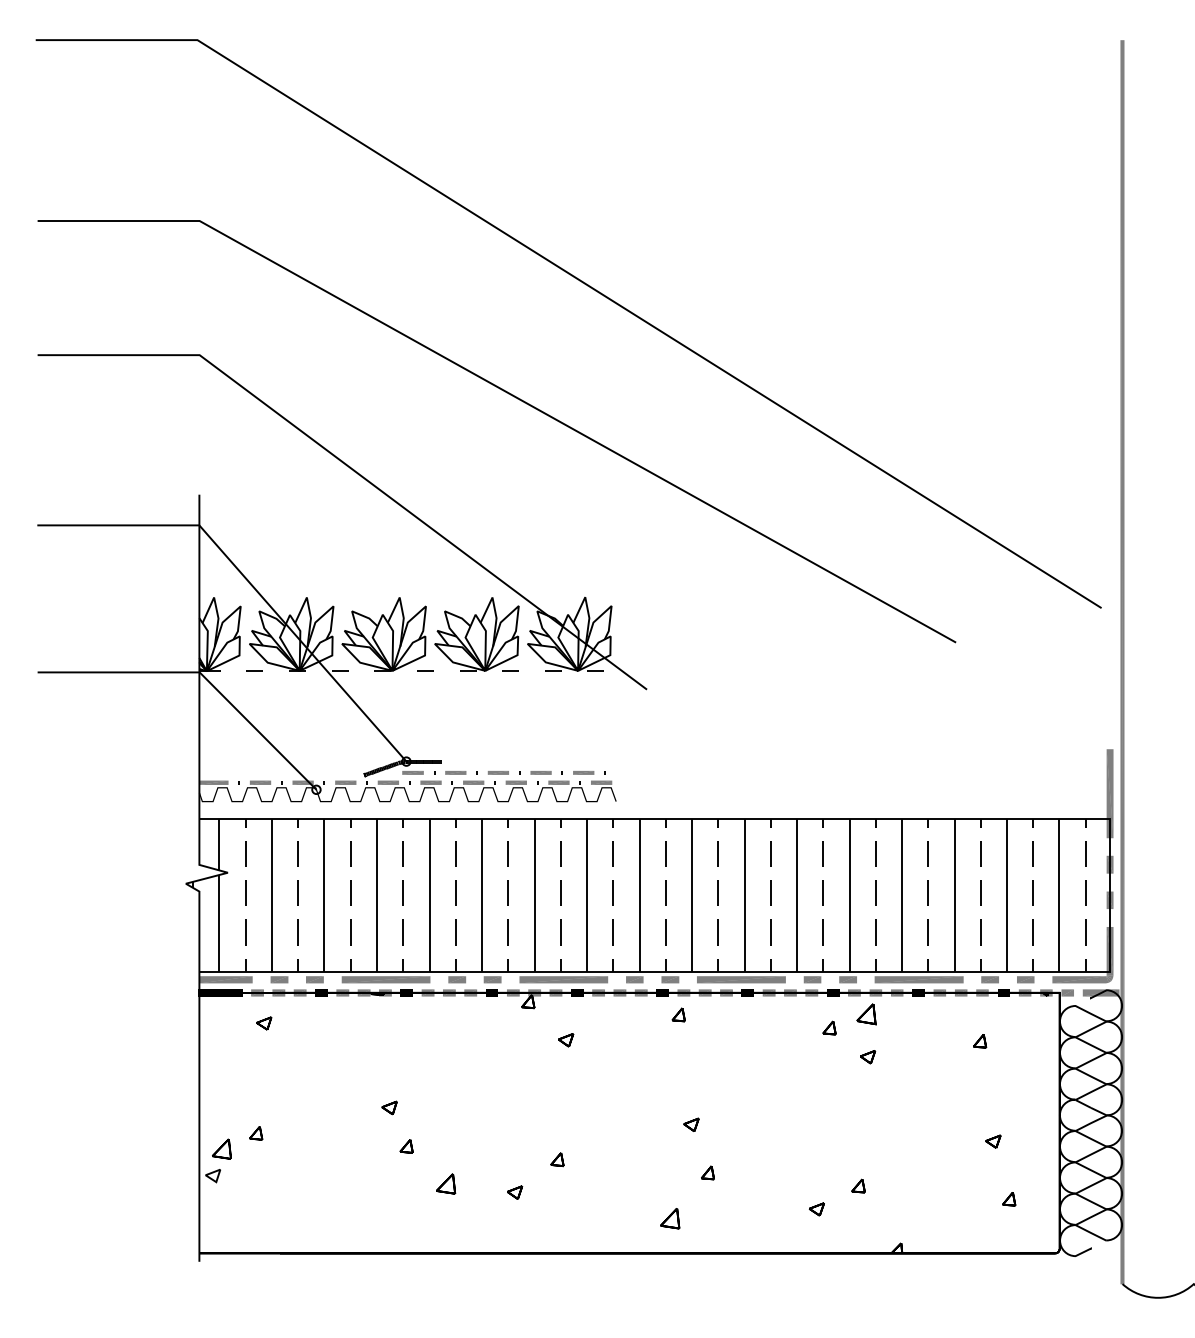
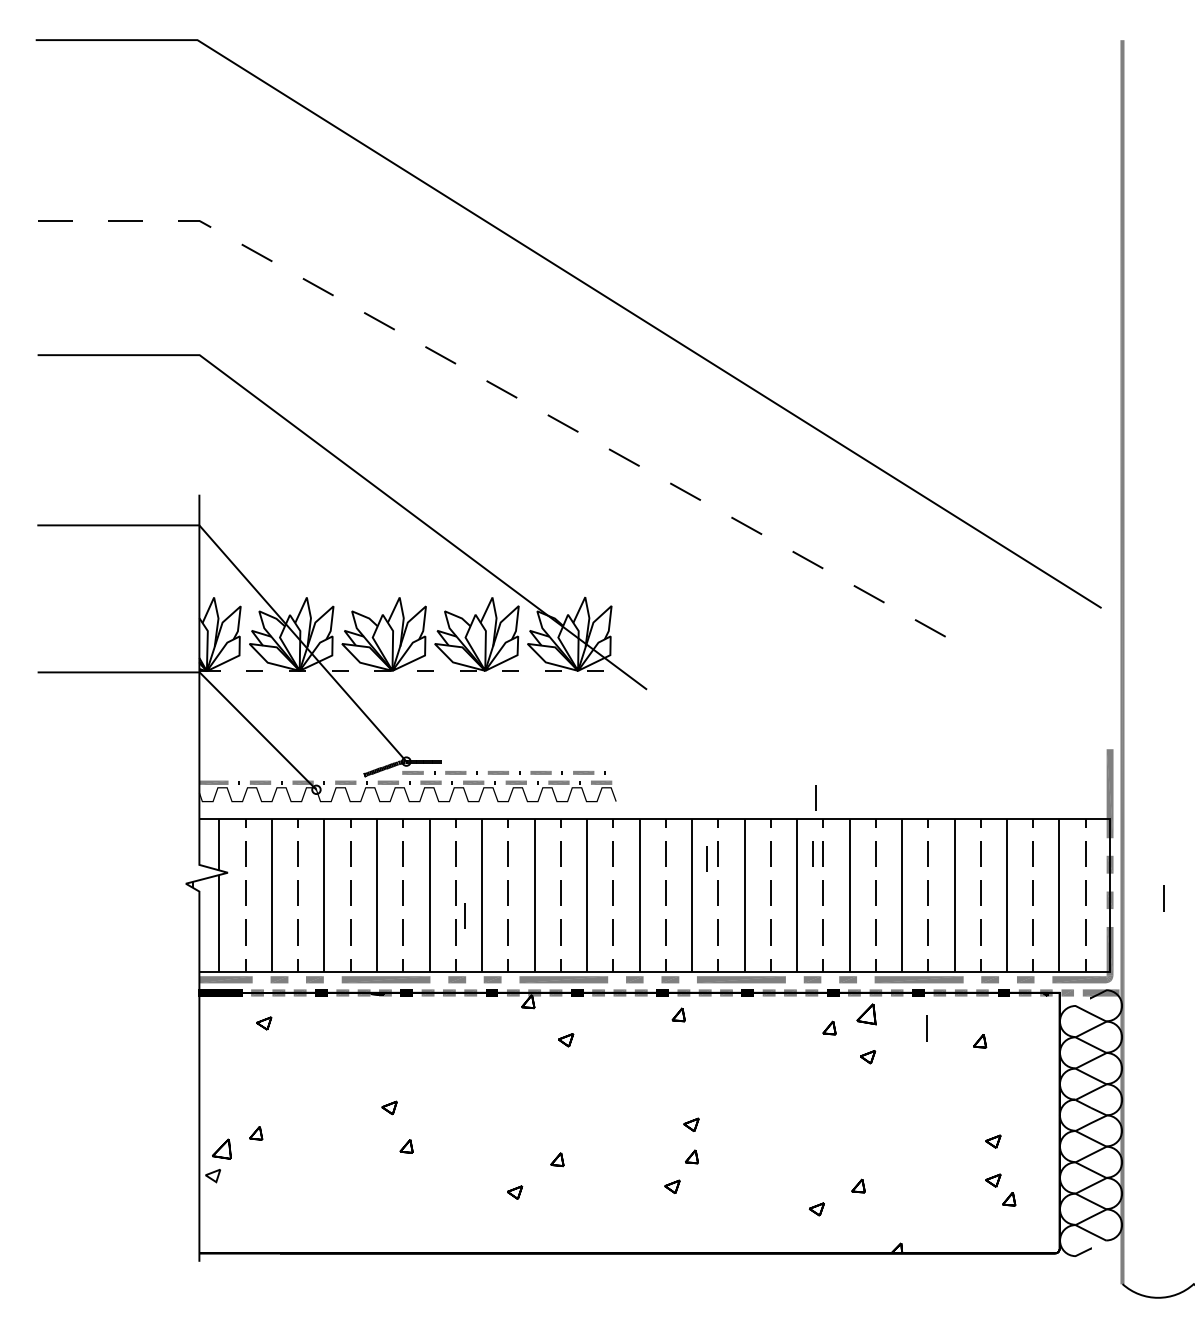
line at (506, 391): solid -> dashed
line at (815, 797): none -> present
line at (812, 853): none -> present
line at (706, 858): none -> present
line at (1163, 898): none -> present
line at (464, 915): none -> present
line at (926, 1028): none -> present
part at (707, 1172) position: (707, 1172) -> (691, 1156)
part at (993, 1180): none -> present
part at (446, 1183): present -> none
part at (672, 1186): none -> present
part at (670, 1218): present -> none
